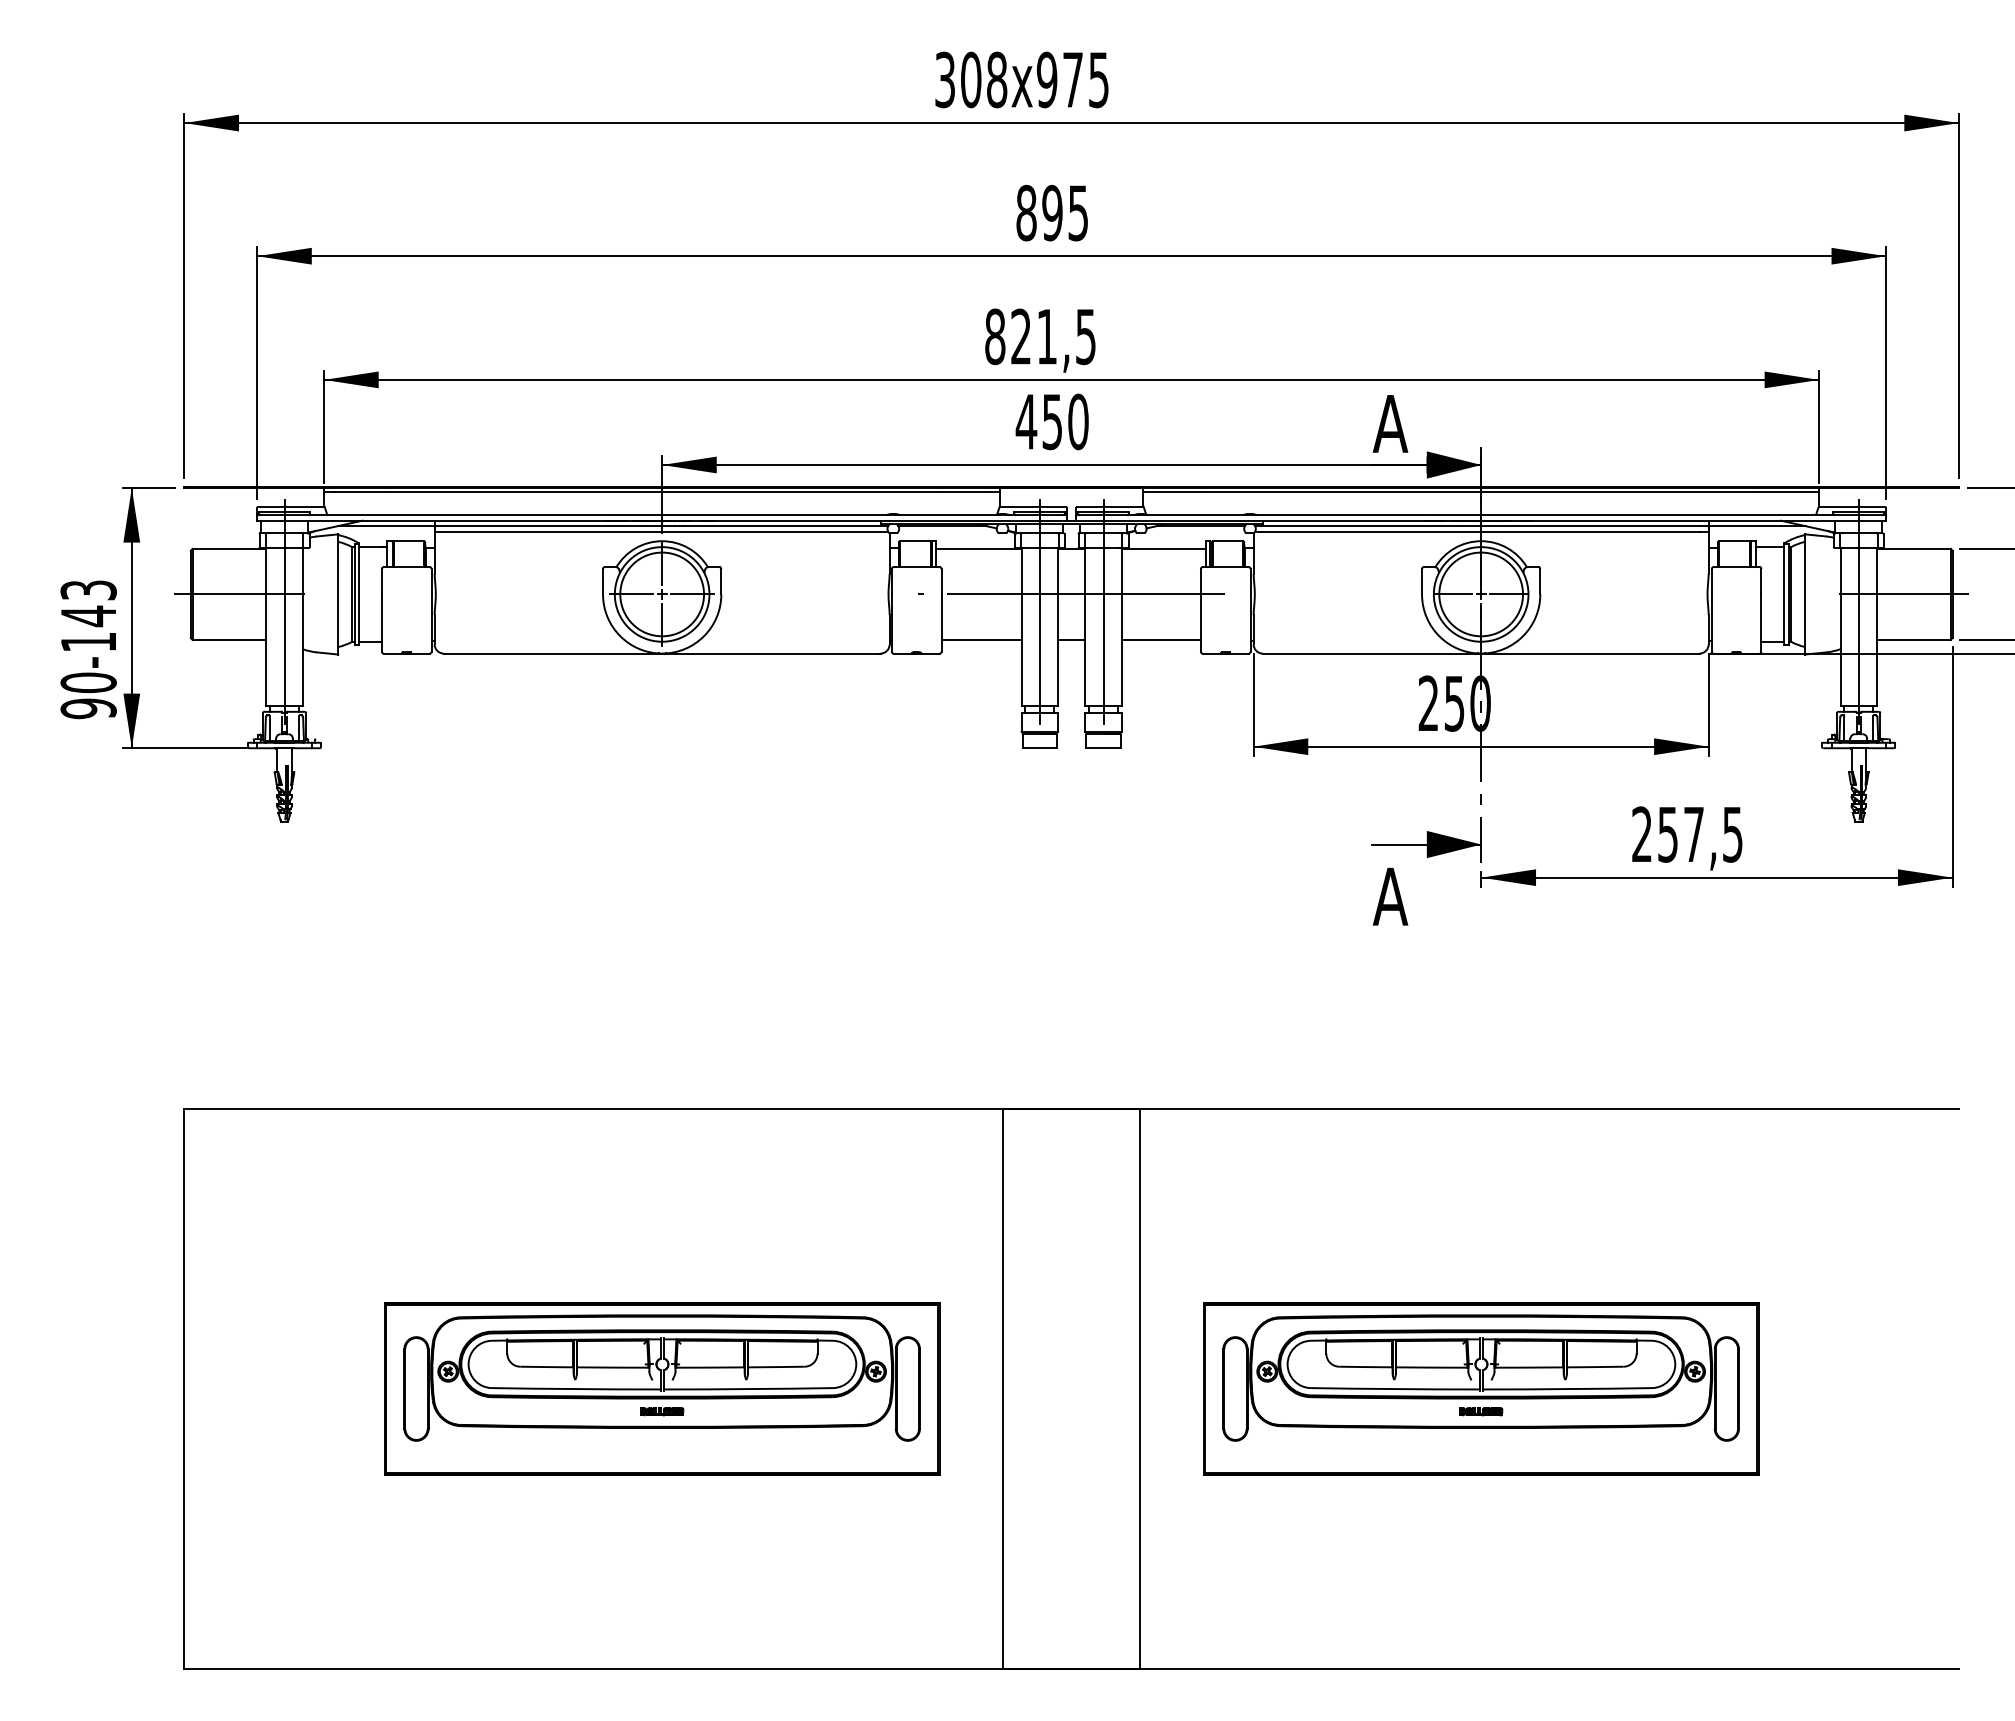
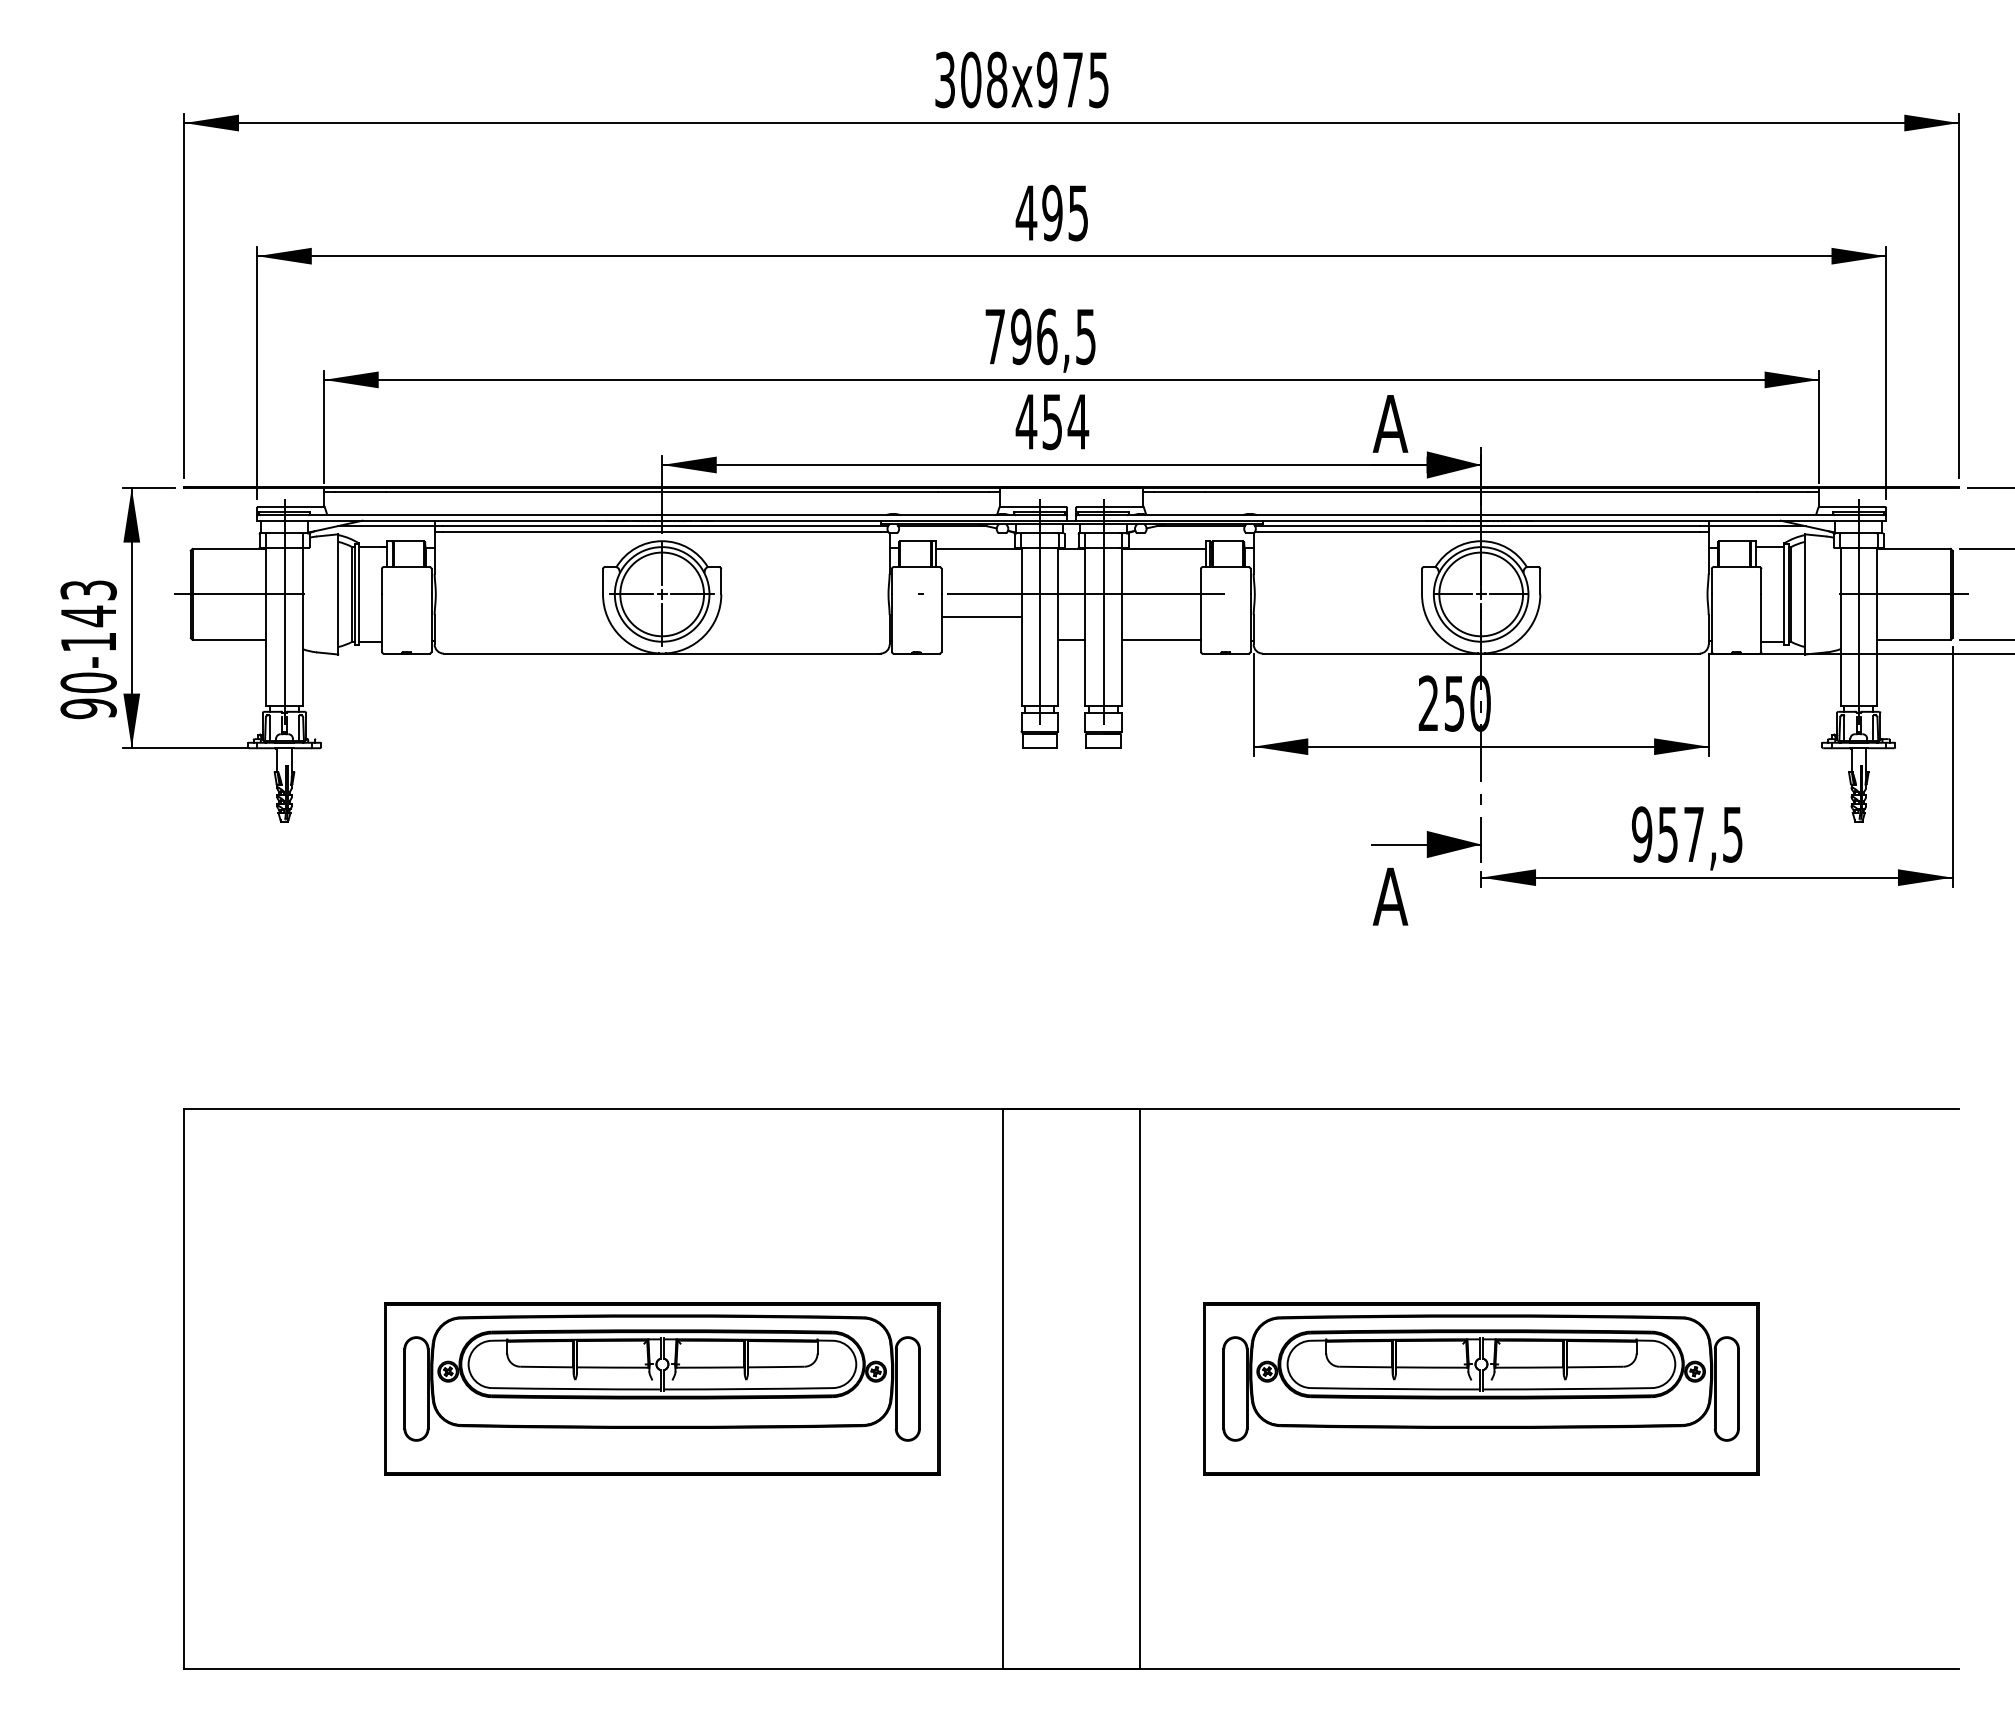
text at (1026, 212): 895 -> 495
text at (1021, 336): 821,5 -> 796,5
text at (1078, 421): 450 -> 454
line at (981, 639) position: (981, 639) -> (981, 616)
text at (1641, 834): 257,5 -> 957,5
part at (662, 1411): present -> none
part at (1481, 1411): present -> none
